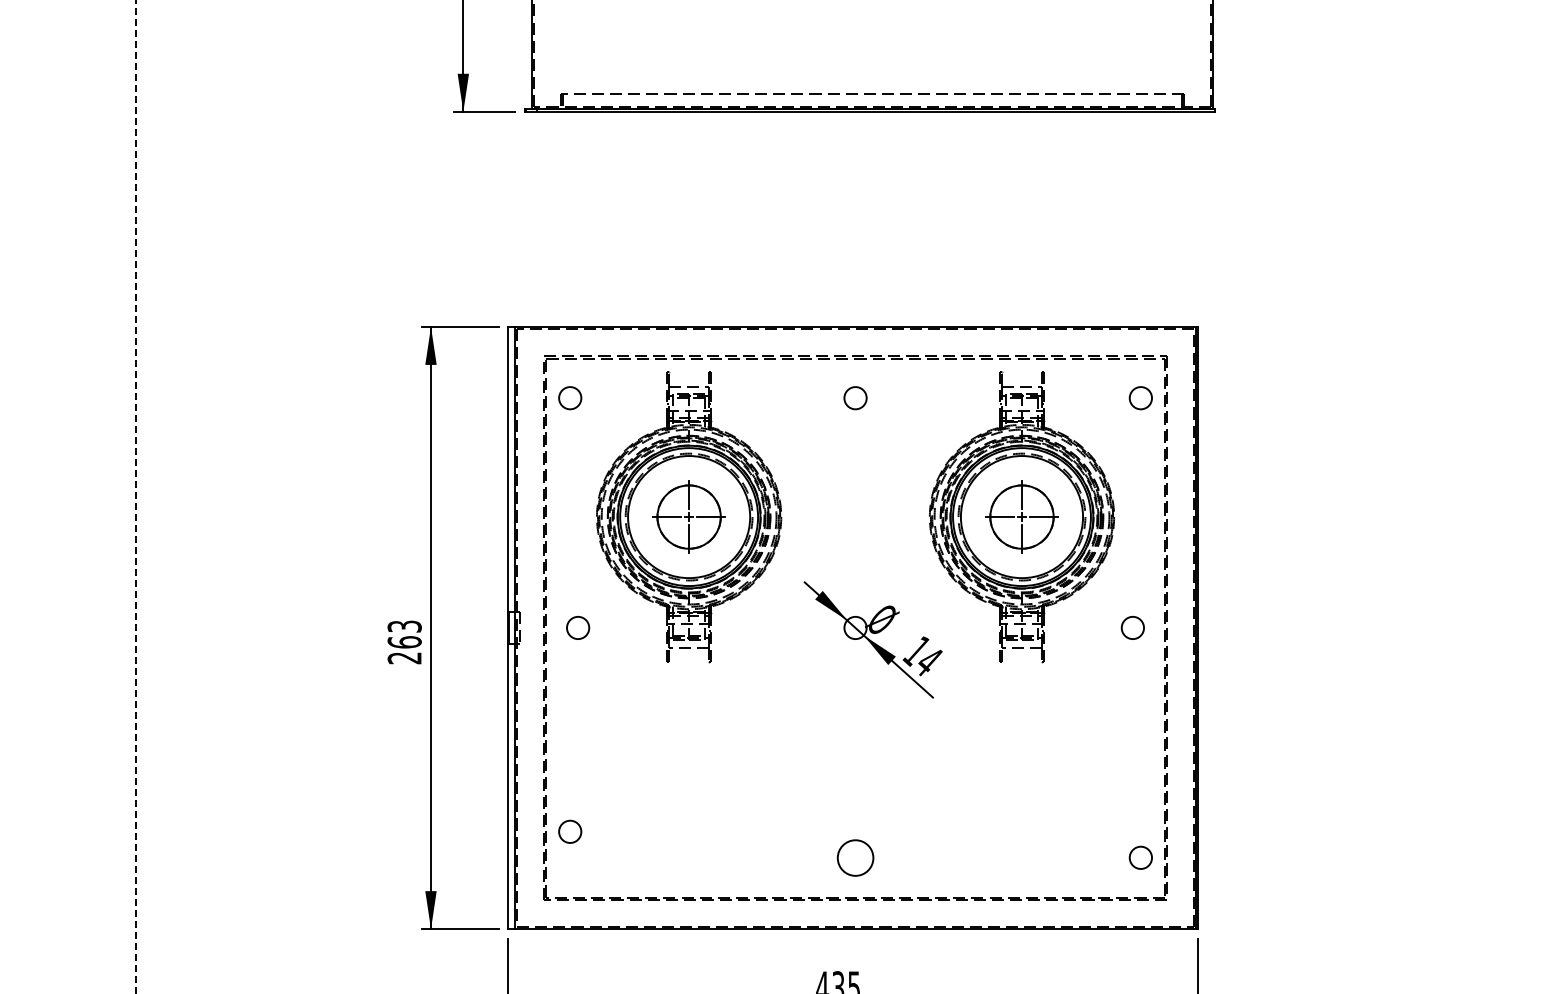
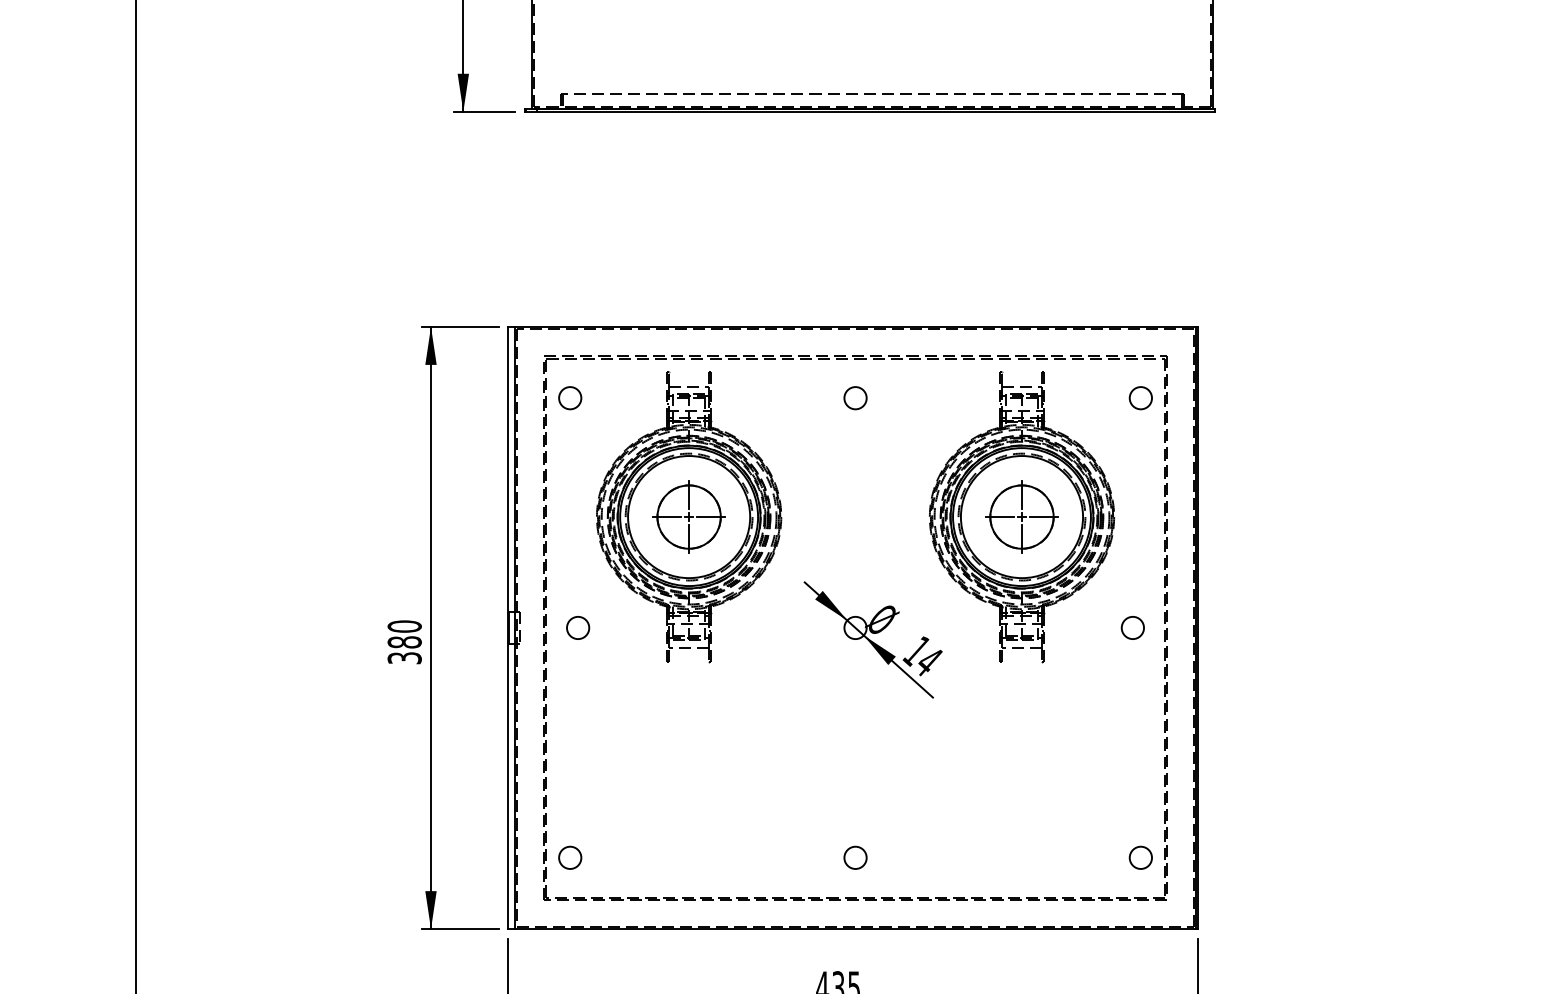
line at (136, 496): dashed -> solid
text at (404, 642): 263 -> 380
circle at (570, 831) position: (570, 831) -> (570, 857)
circle at (855, 857) size: 39x38 px -> 25x25 px
